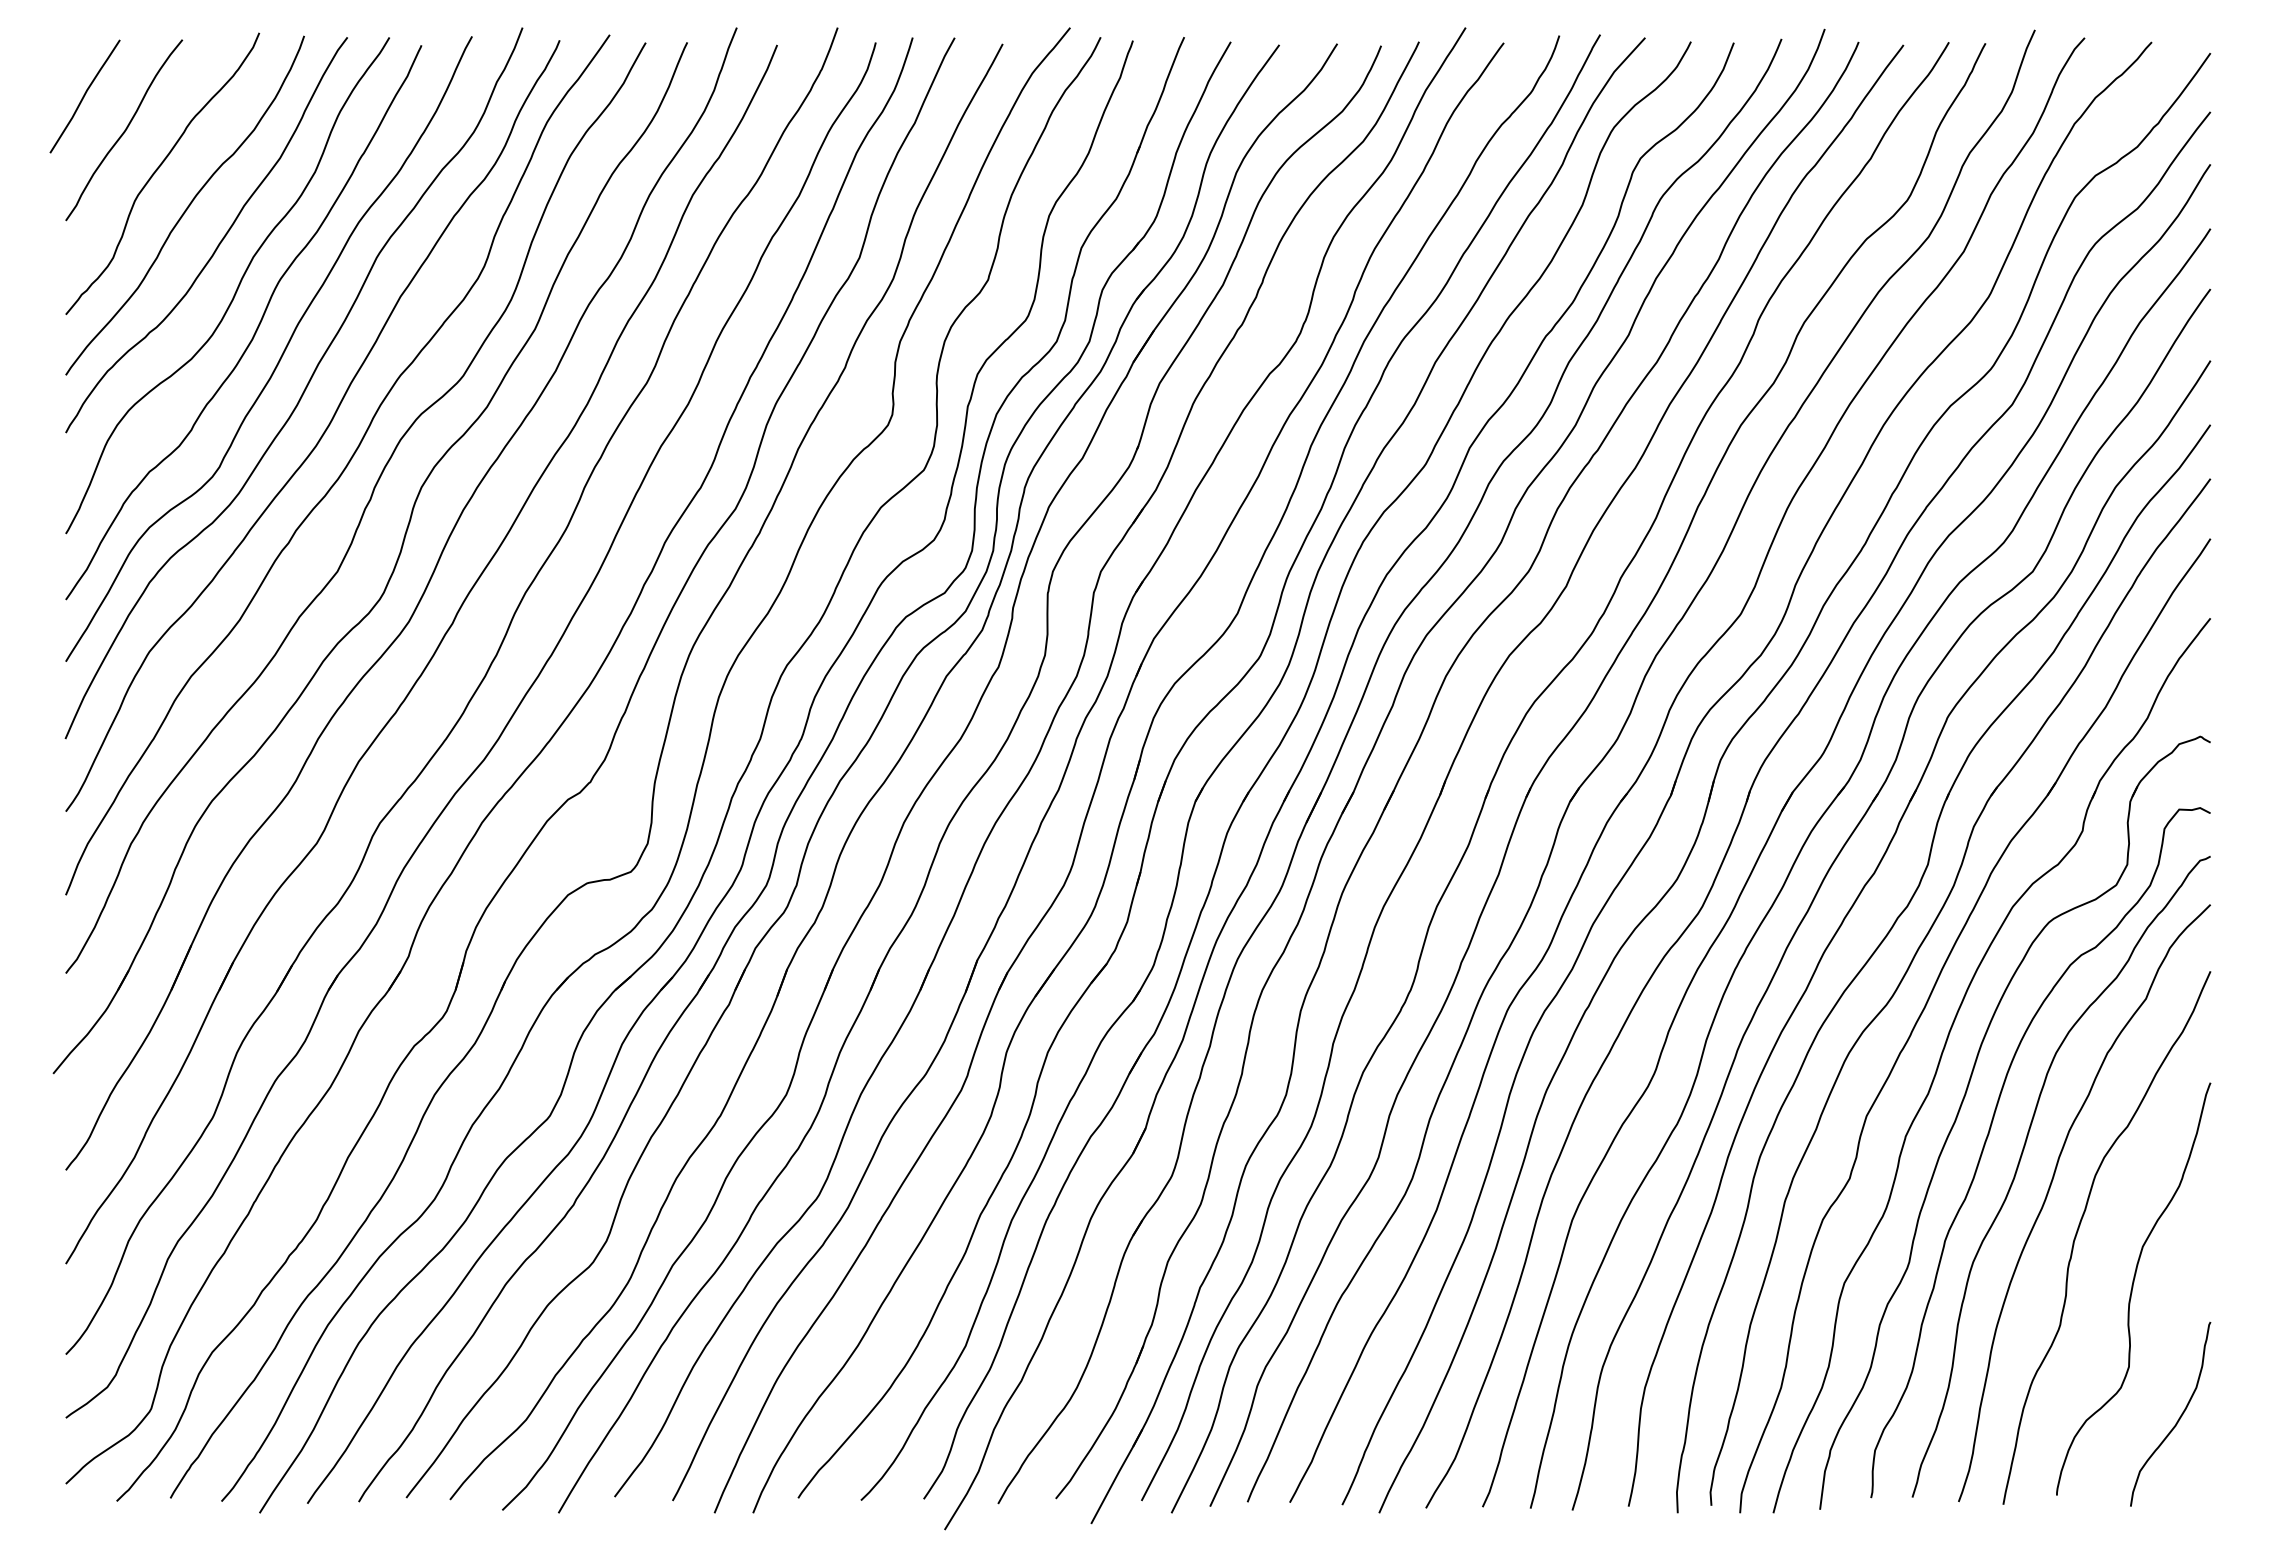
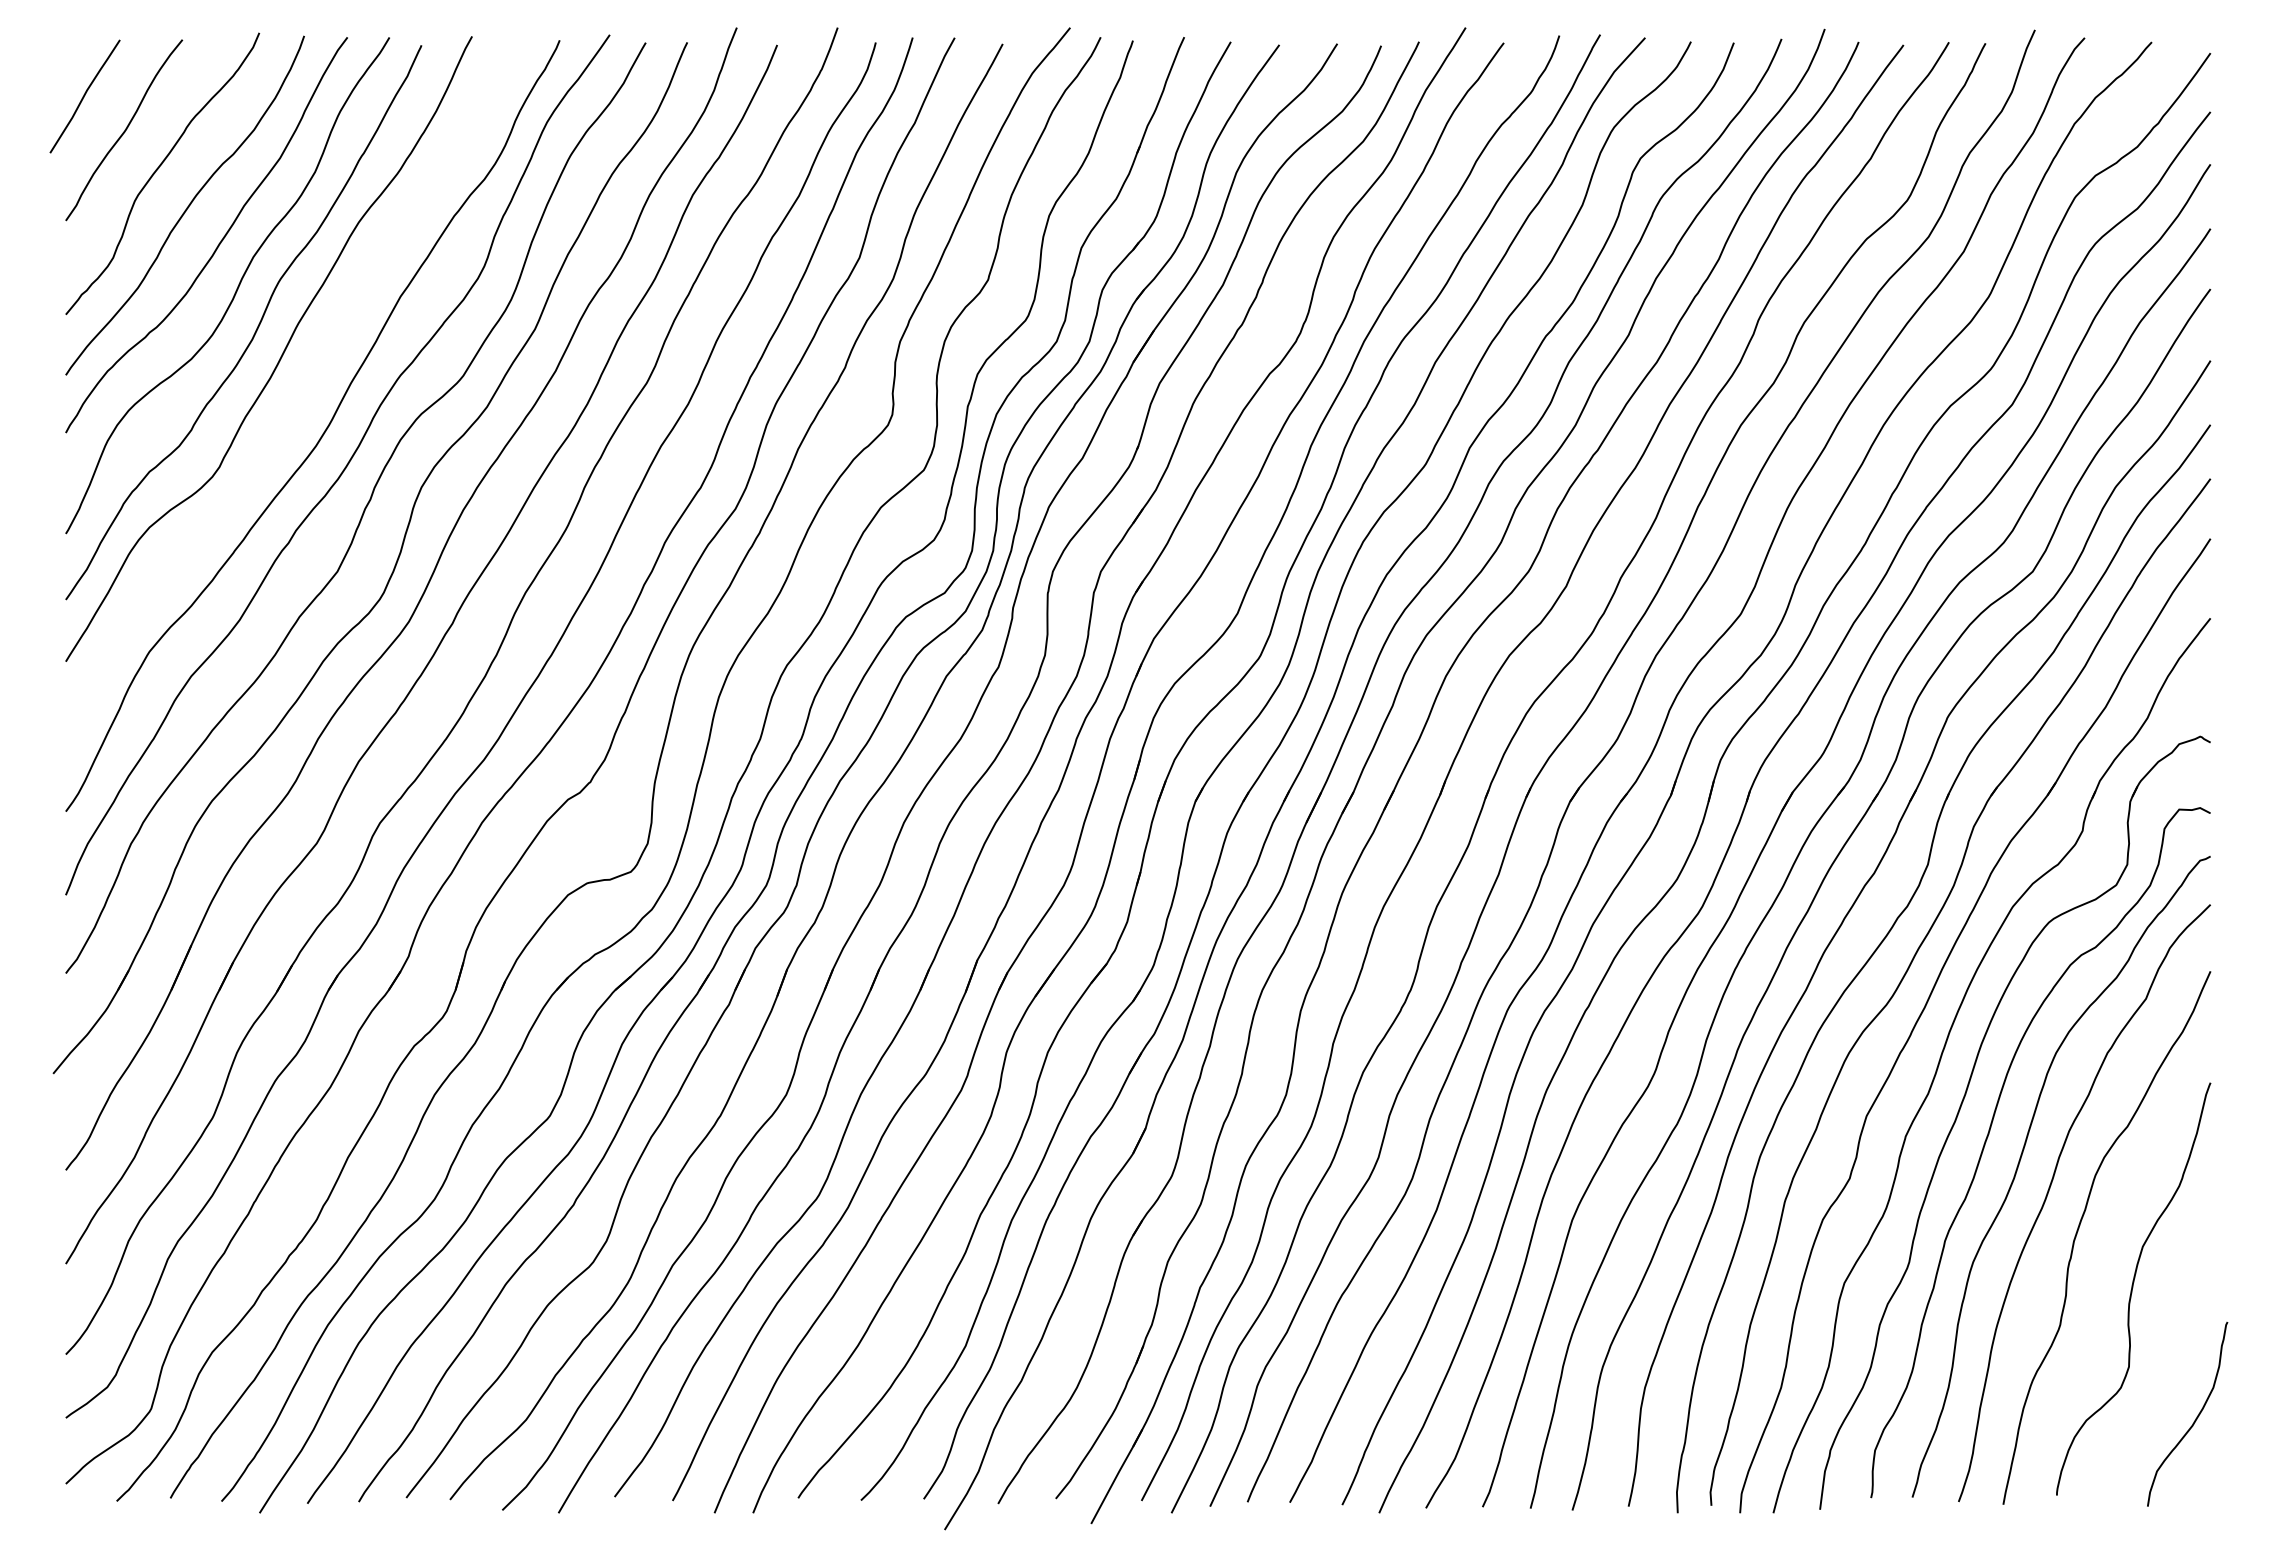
curve at (304, 388): present -> none
curve at (2178, 1418) position: (2178, 1418) -> (2195, 1418)
